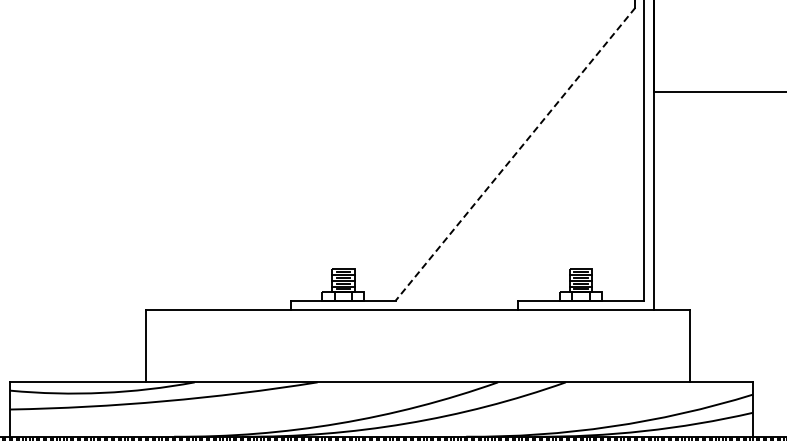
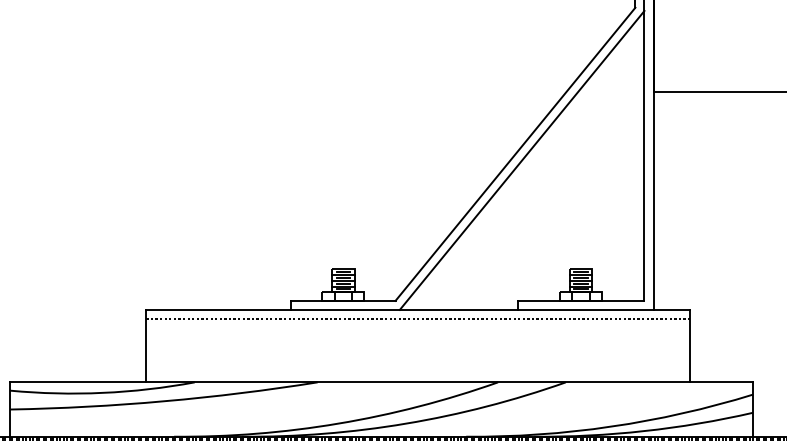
line at (515, 154): dashed -> solid
line at (521, 159): none -> present
line at (417, 318): none -> present
